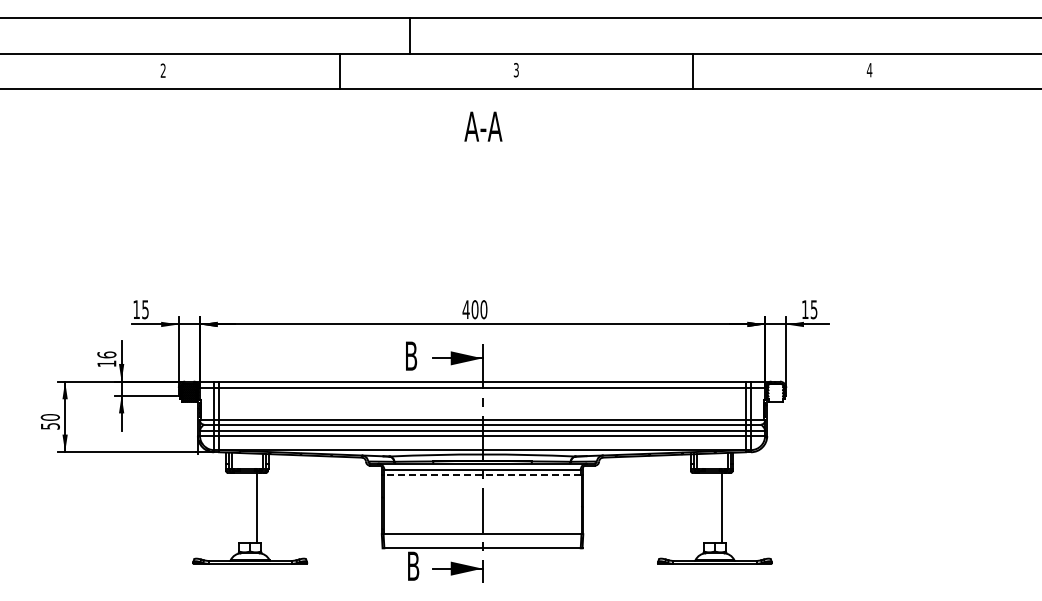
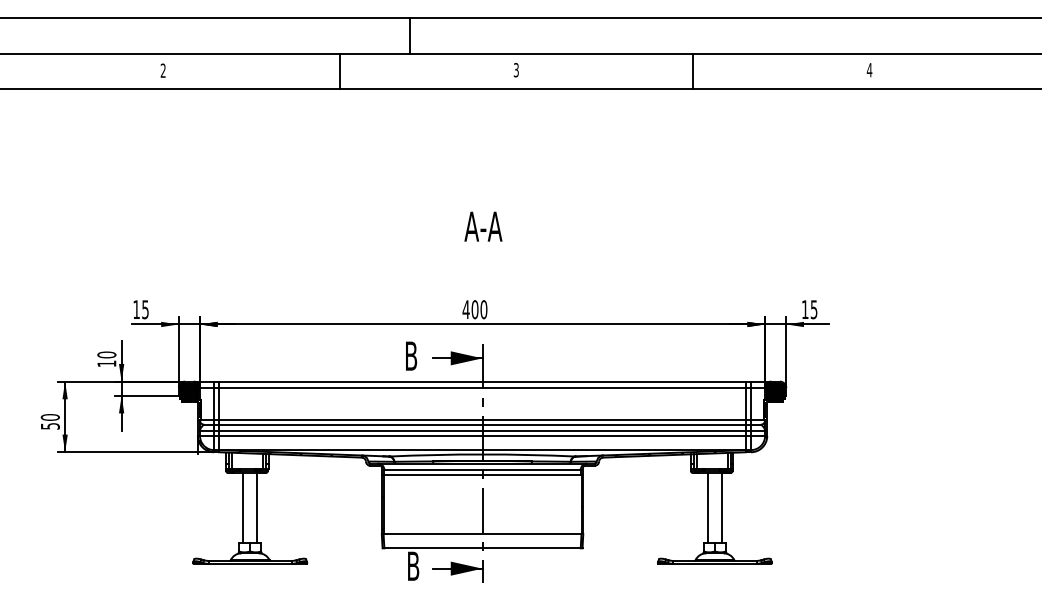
text at (483, 126) position: (483, 126) -> (483, 226)
text at (106, 354): 16 -> 10
hatch at (775, 392): none -> present
line at (482, 474): dashed -> solid
line at (243, 507): none -> present
line at (707, 507): none -> present
